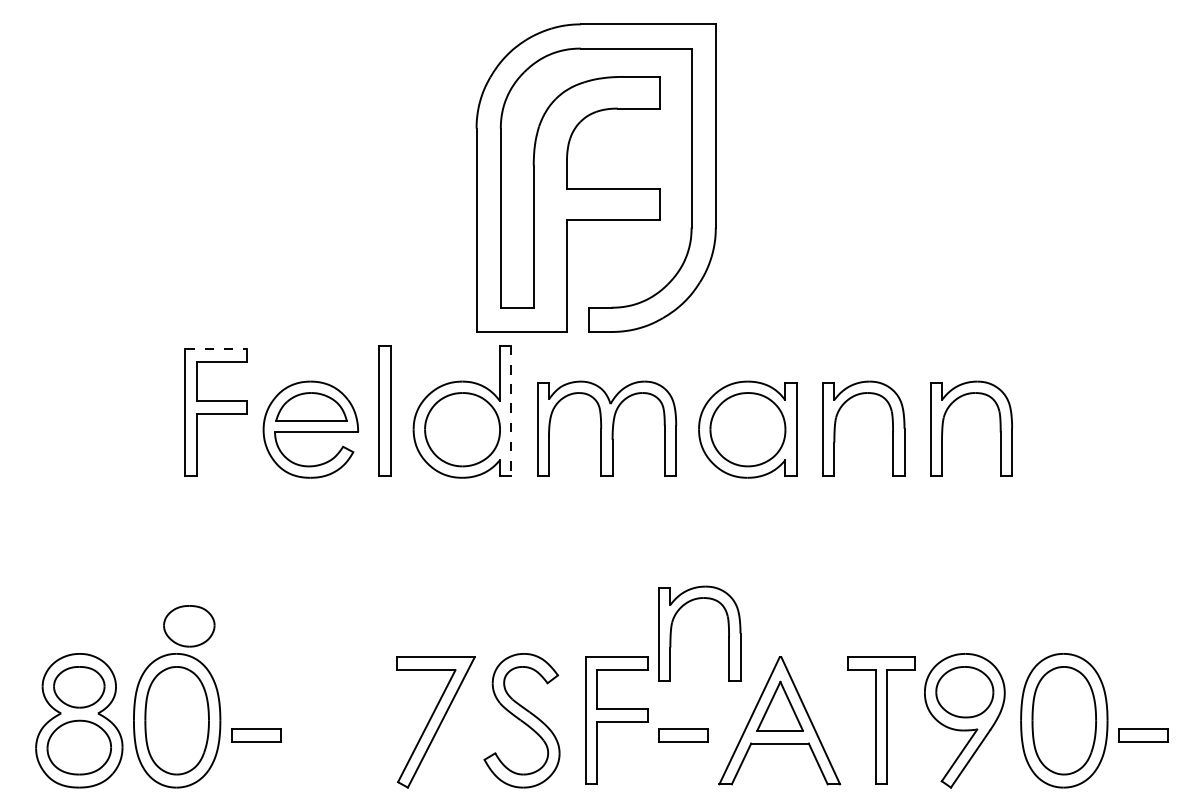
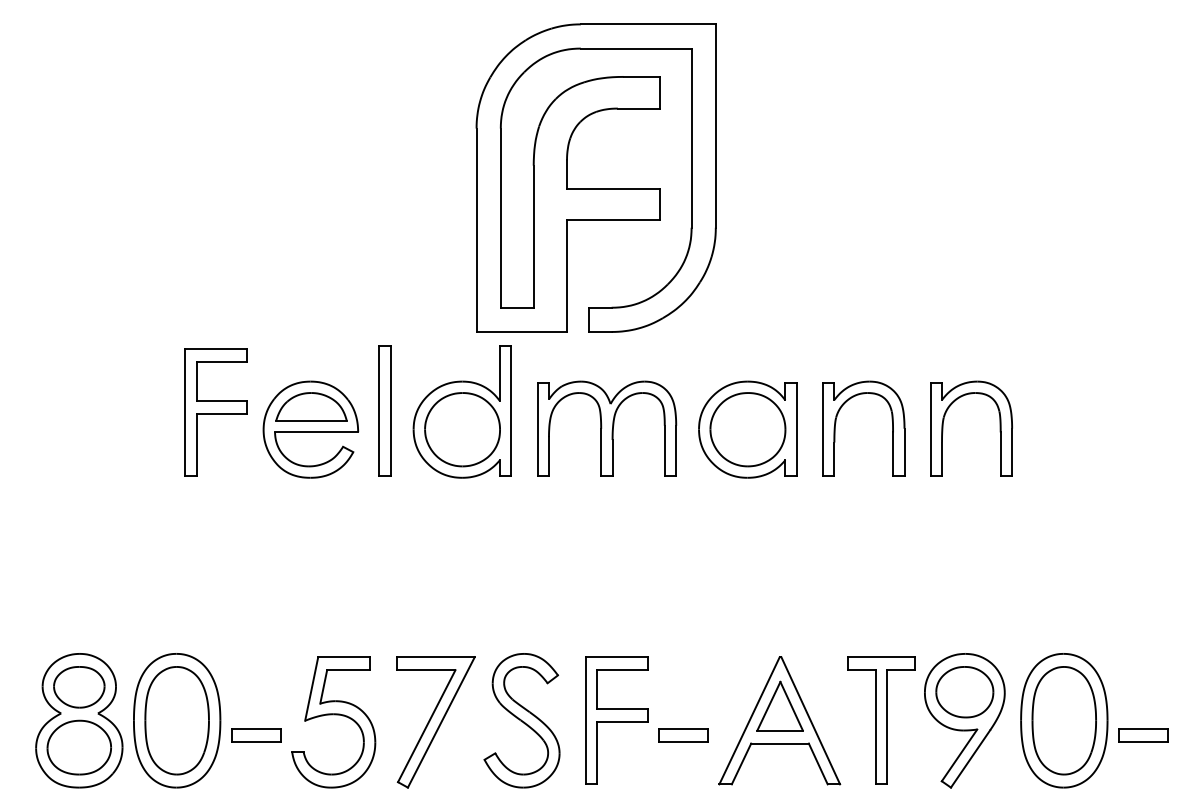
line at (216, 348): dashed -> solid
line at (511, 411): dashed -> solid
part at (189, 626): present -> none
part at (672, 628): present -> none
part at (333, 715): none -> present
